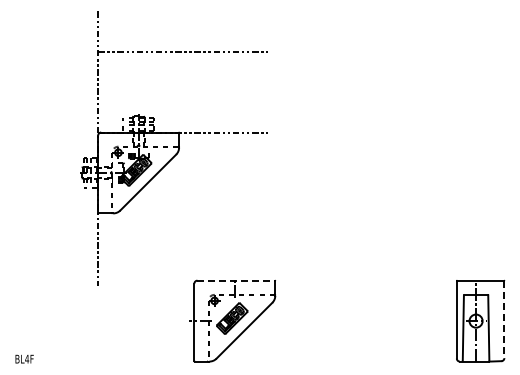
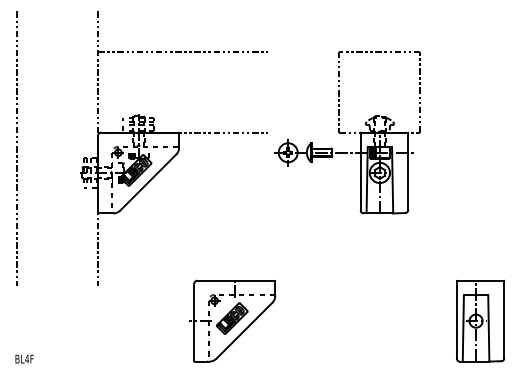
part at (347, 132): none -> present
line at (17, 148): none -> present
line at (236, 280): dashed -> solid
line at (504, 320): dashed -> solid
